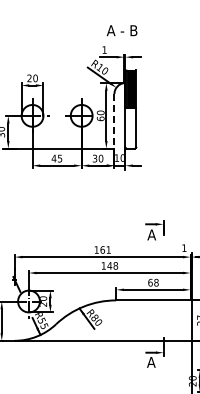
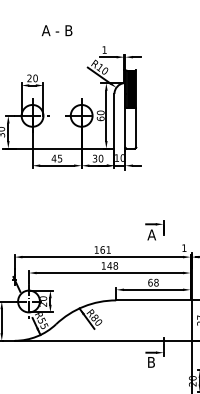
text at (121, 30) position: (121, 30) -> (56, 30)
line at (114, 121): dashed -> solid
text at (151, 362): A -> B
